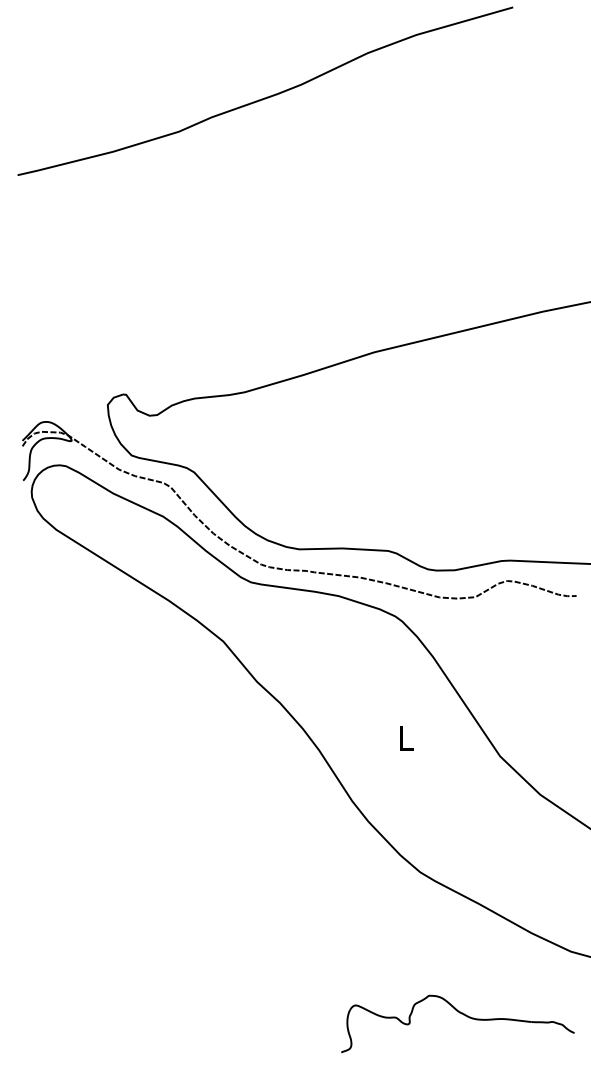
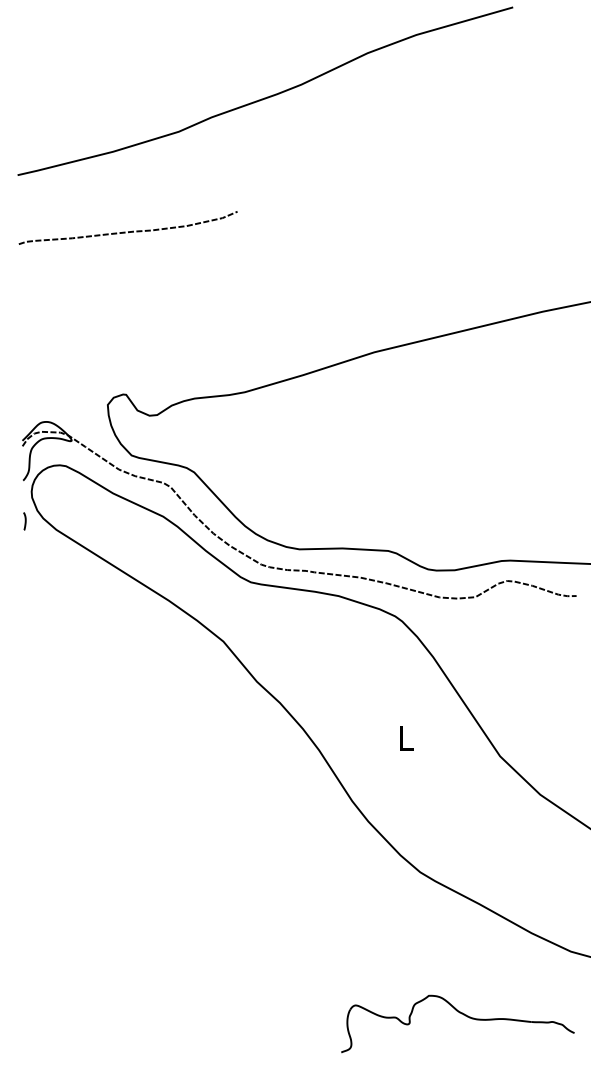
curve at (128, 231): none -> present
line at (24, 521): none -> present
